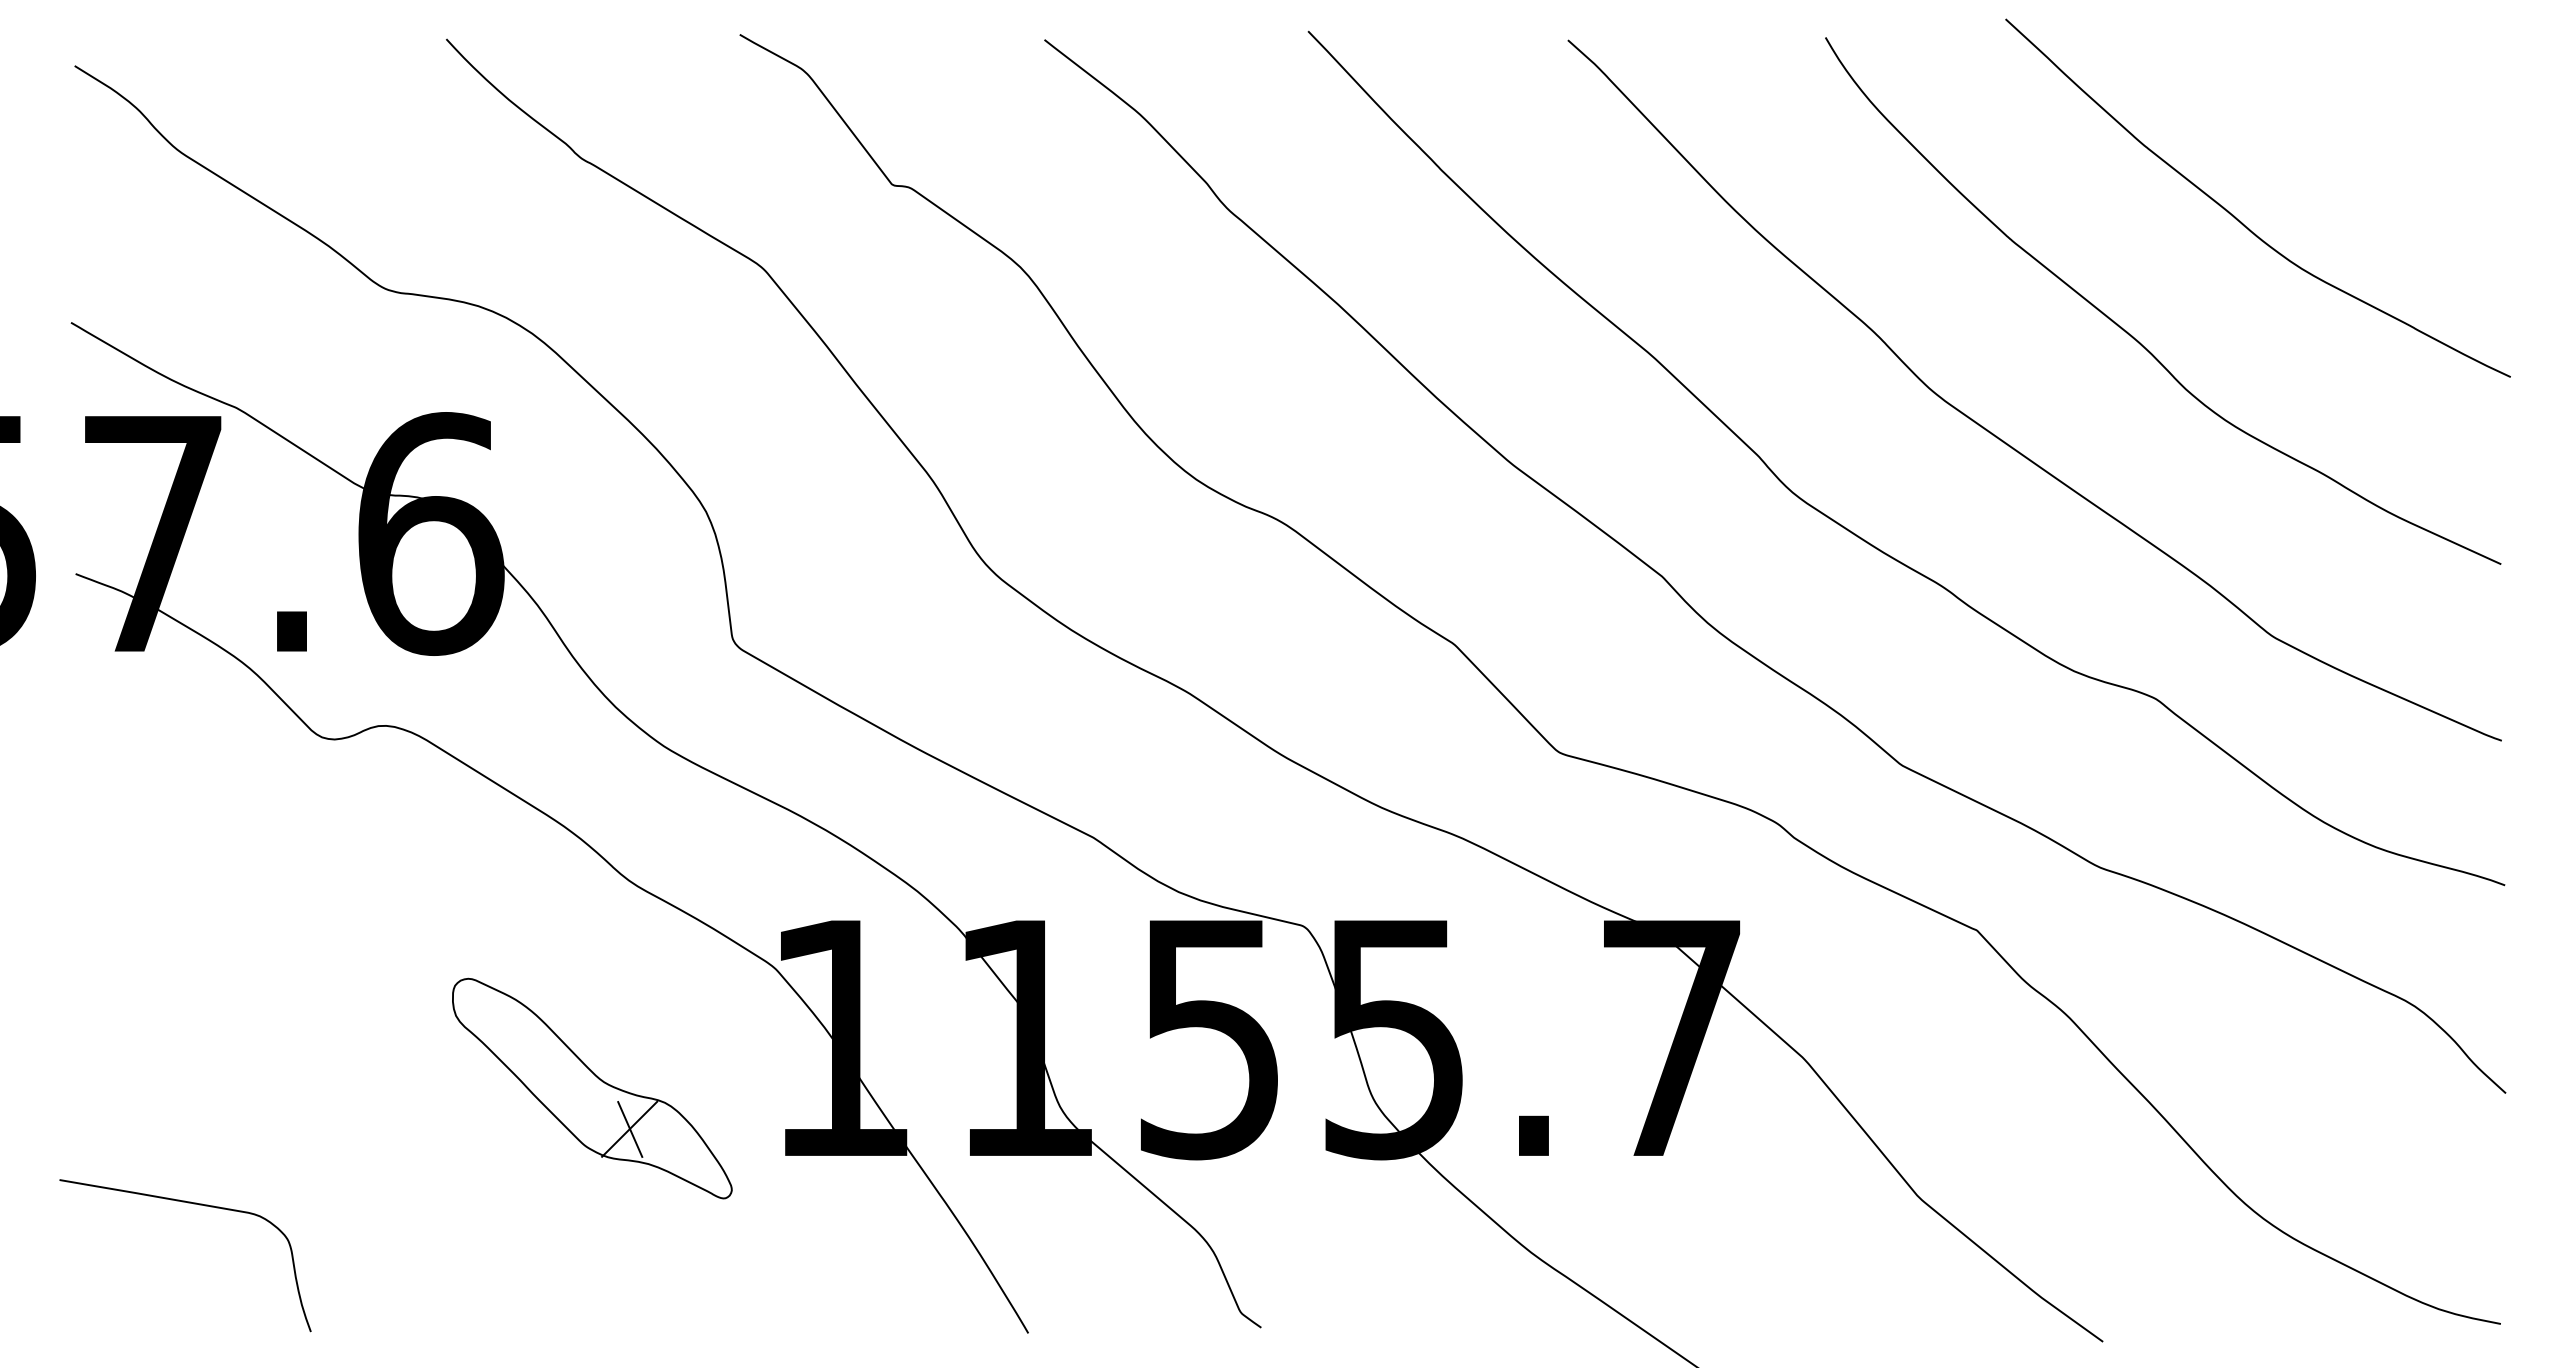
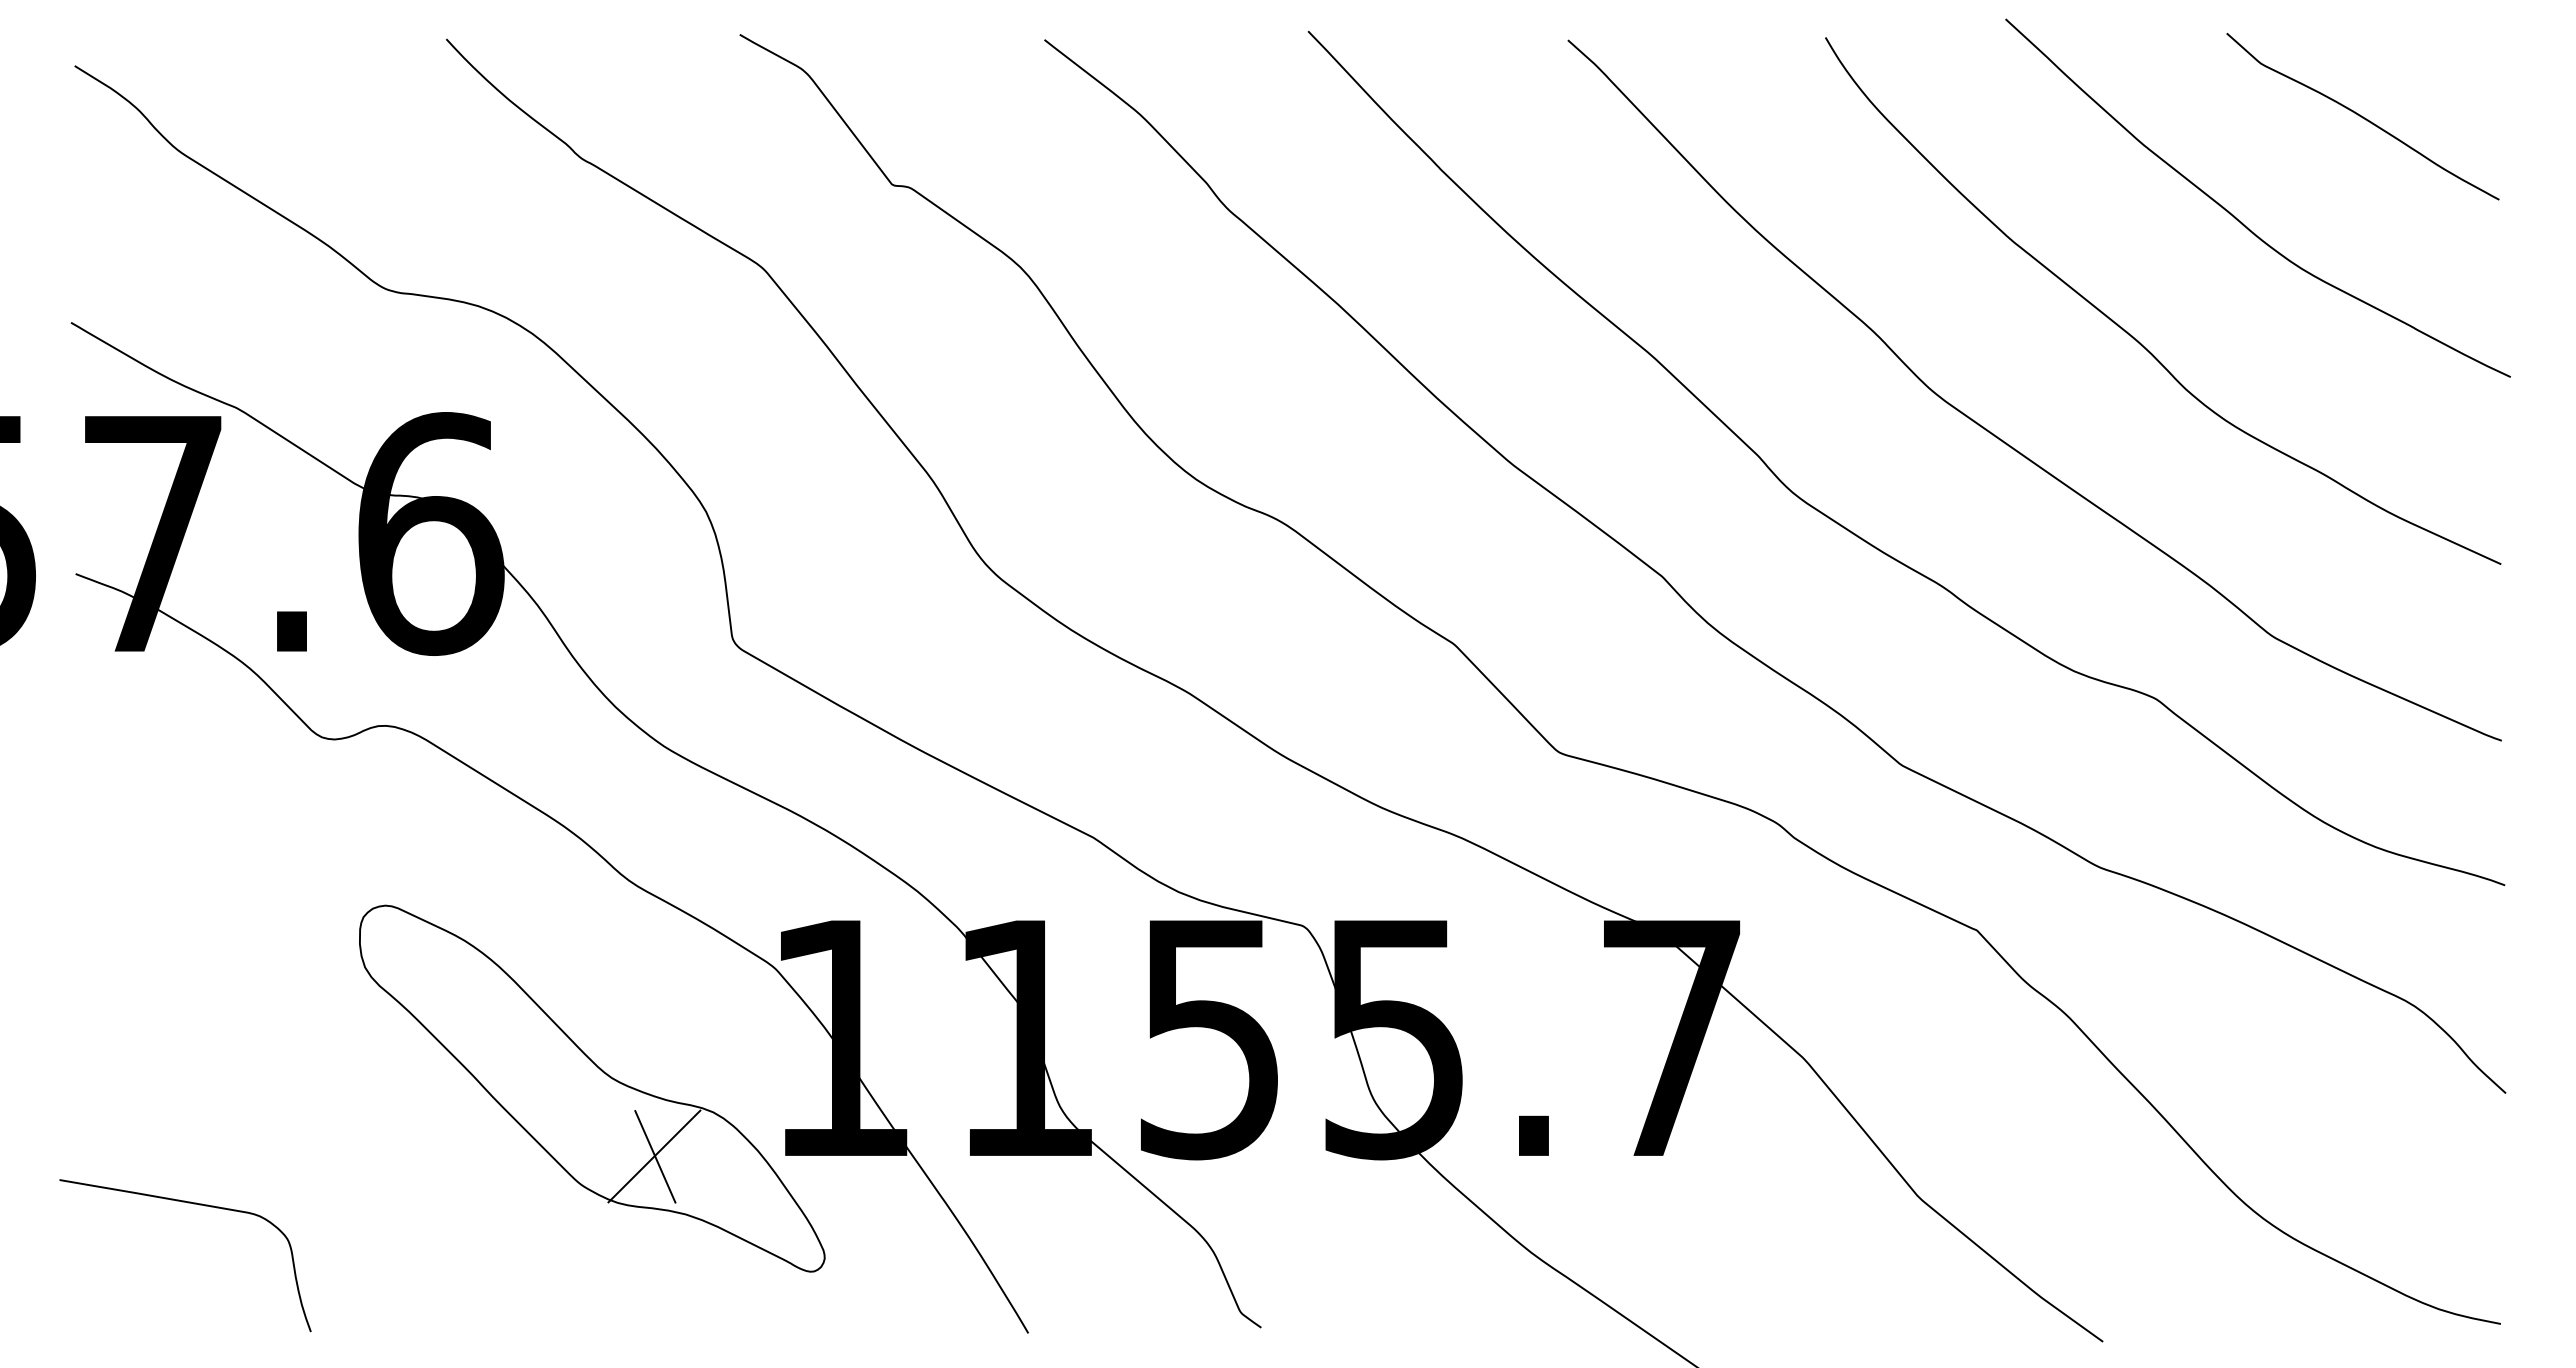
curve at (2362, 116): none -> present
part at (592, 1088) size: 281x223 px -> 467x369 px
